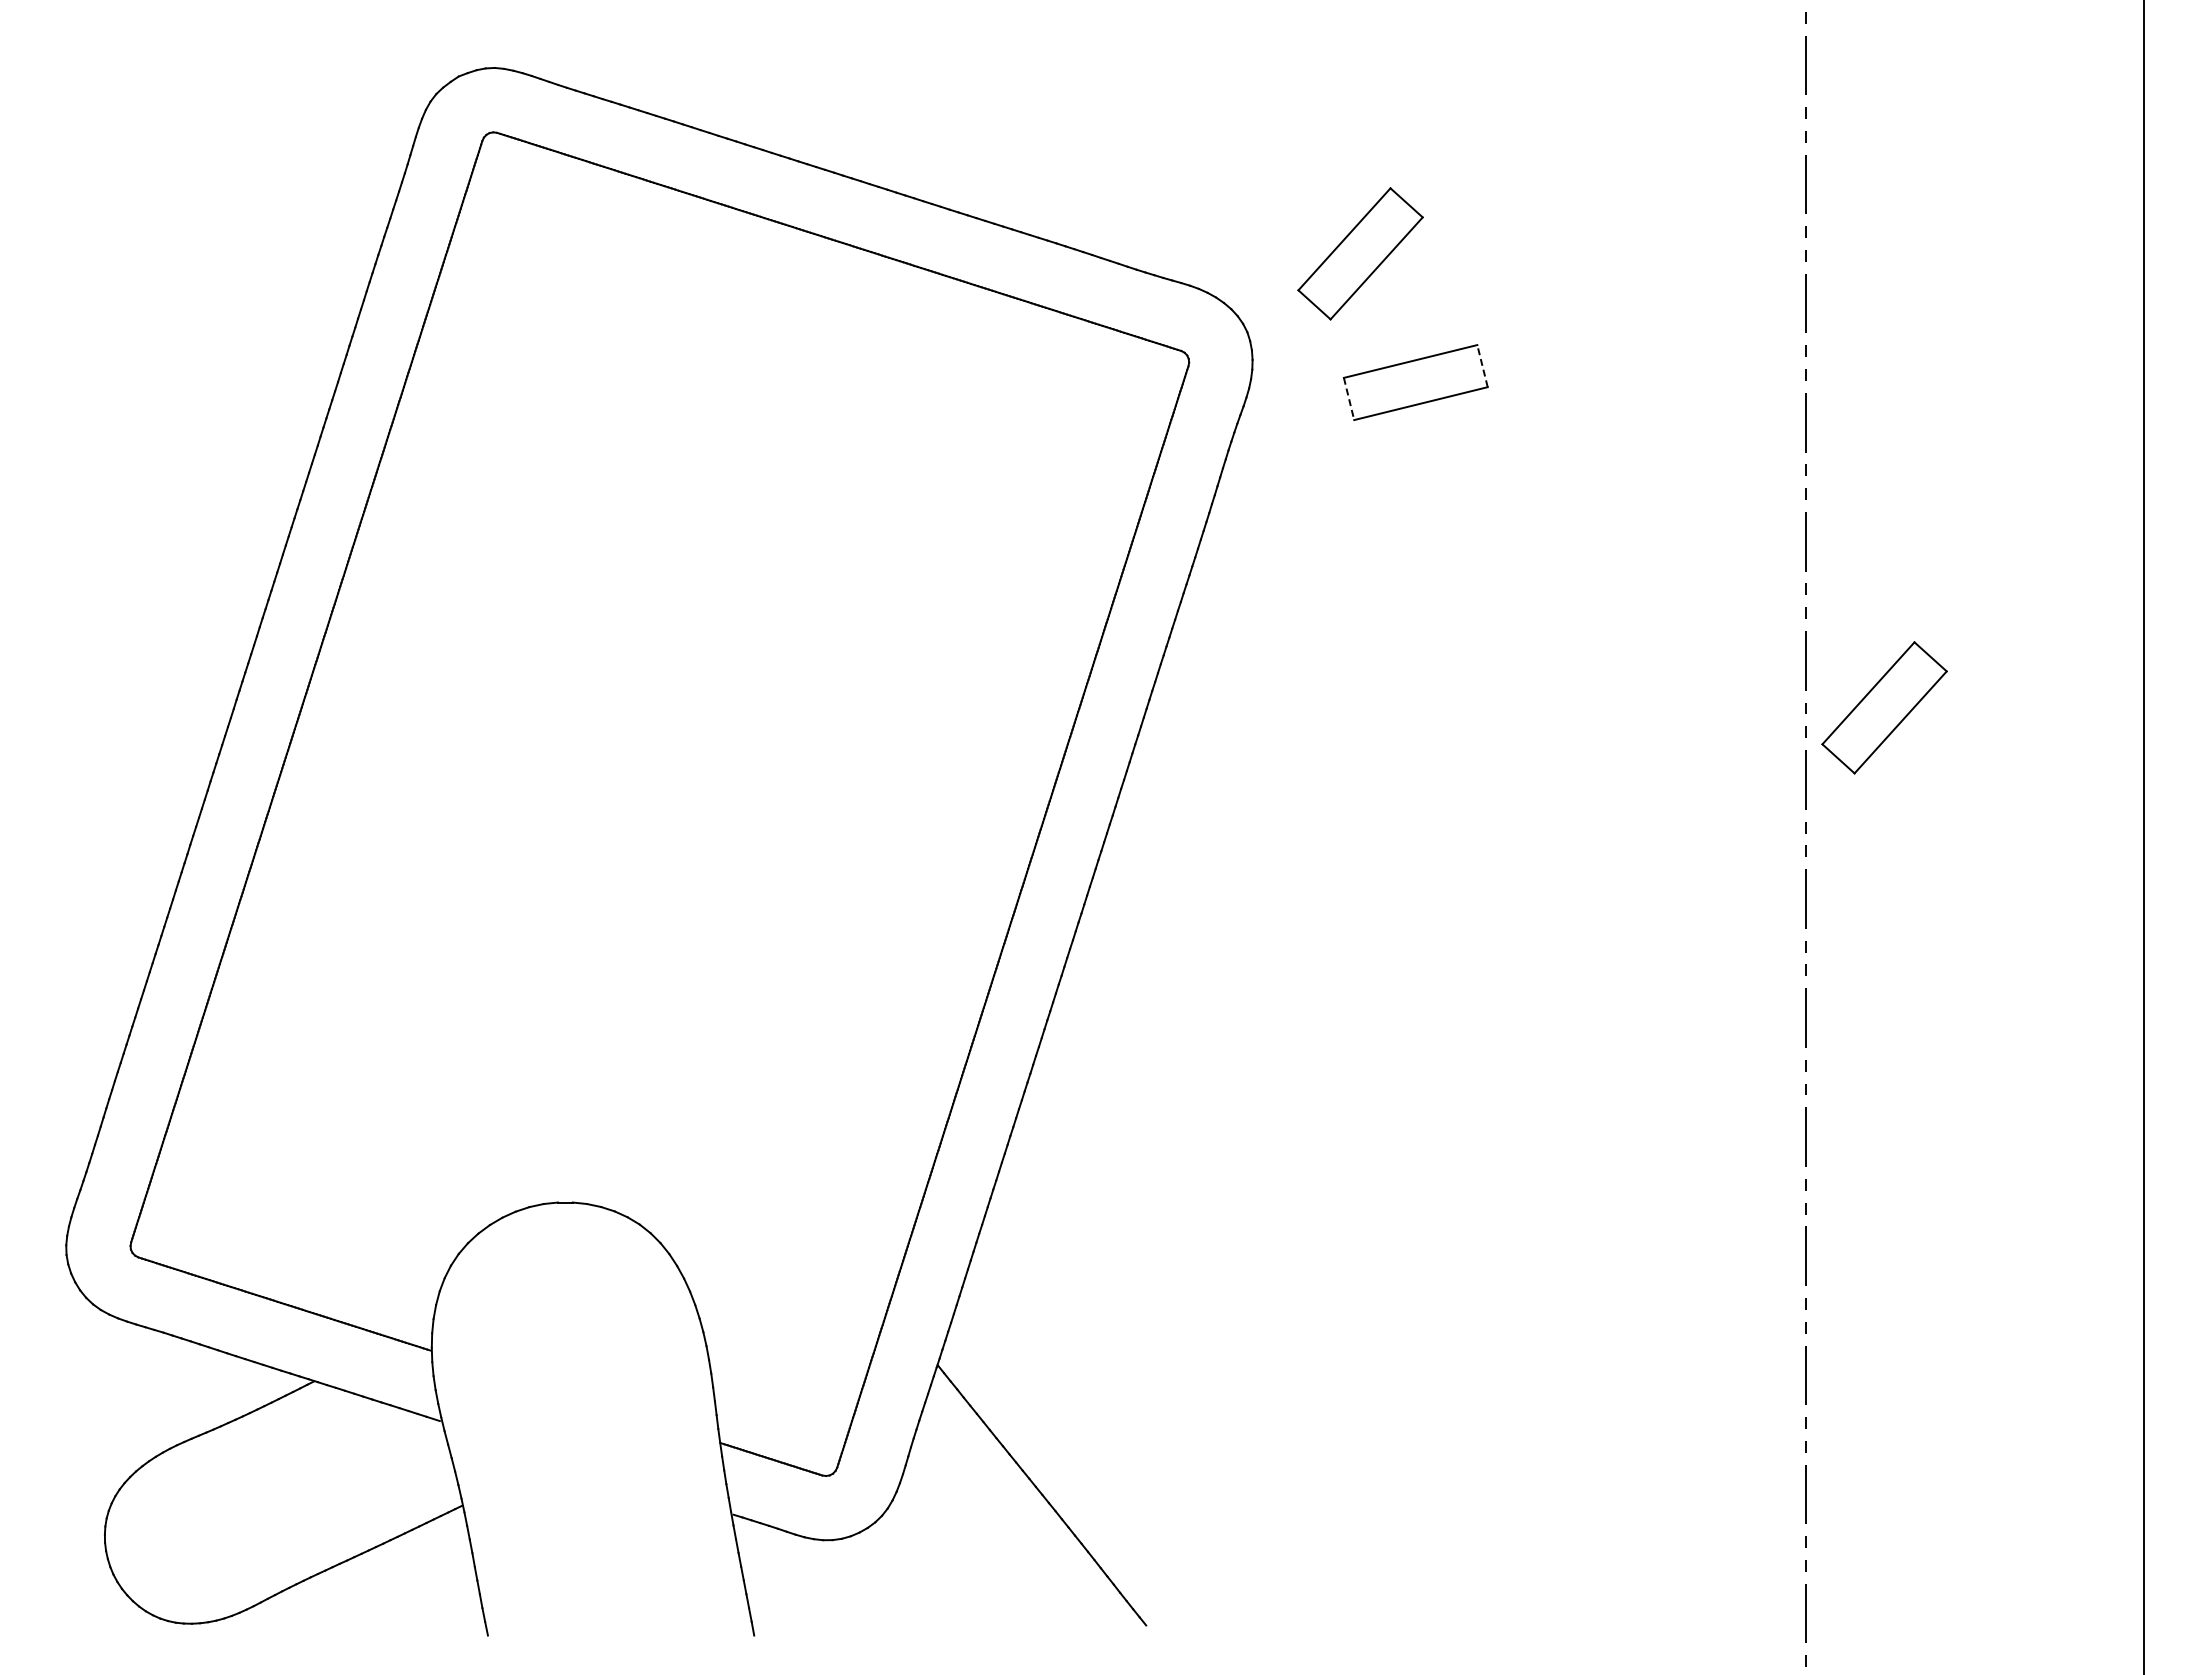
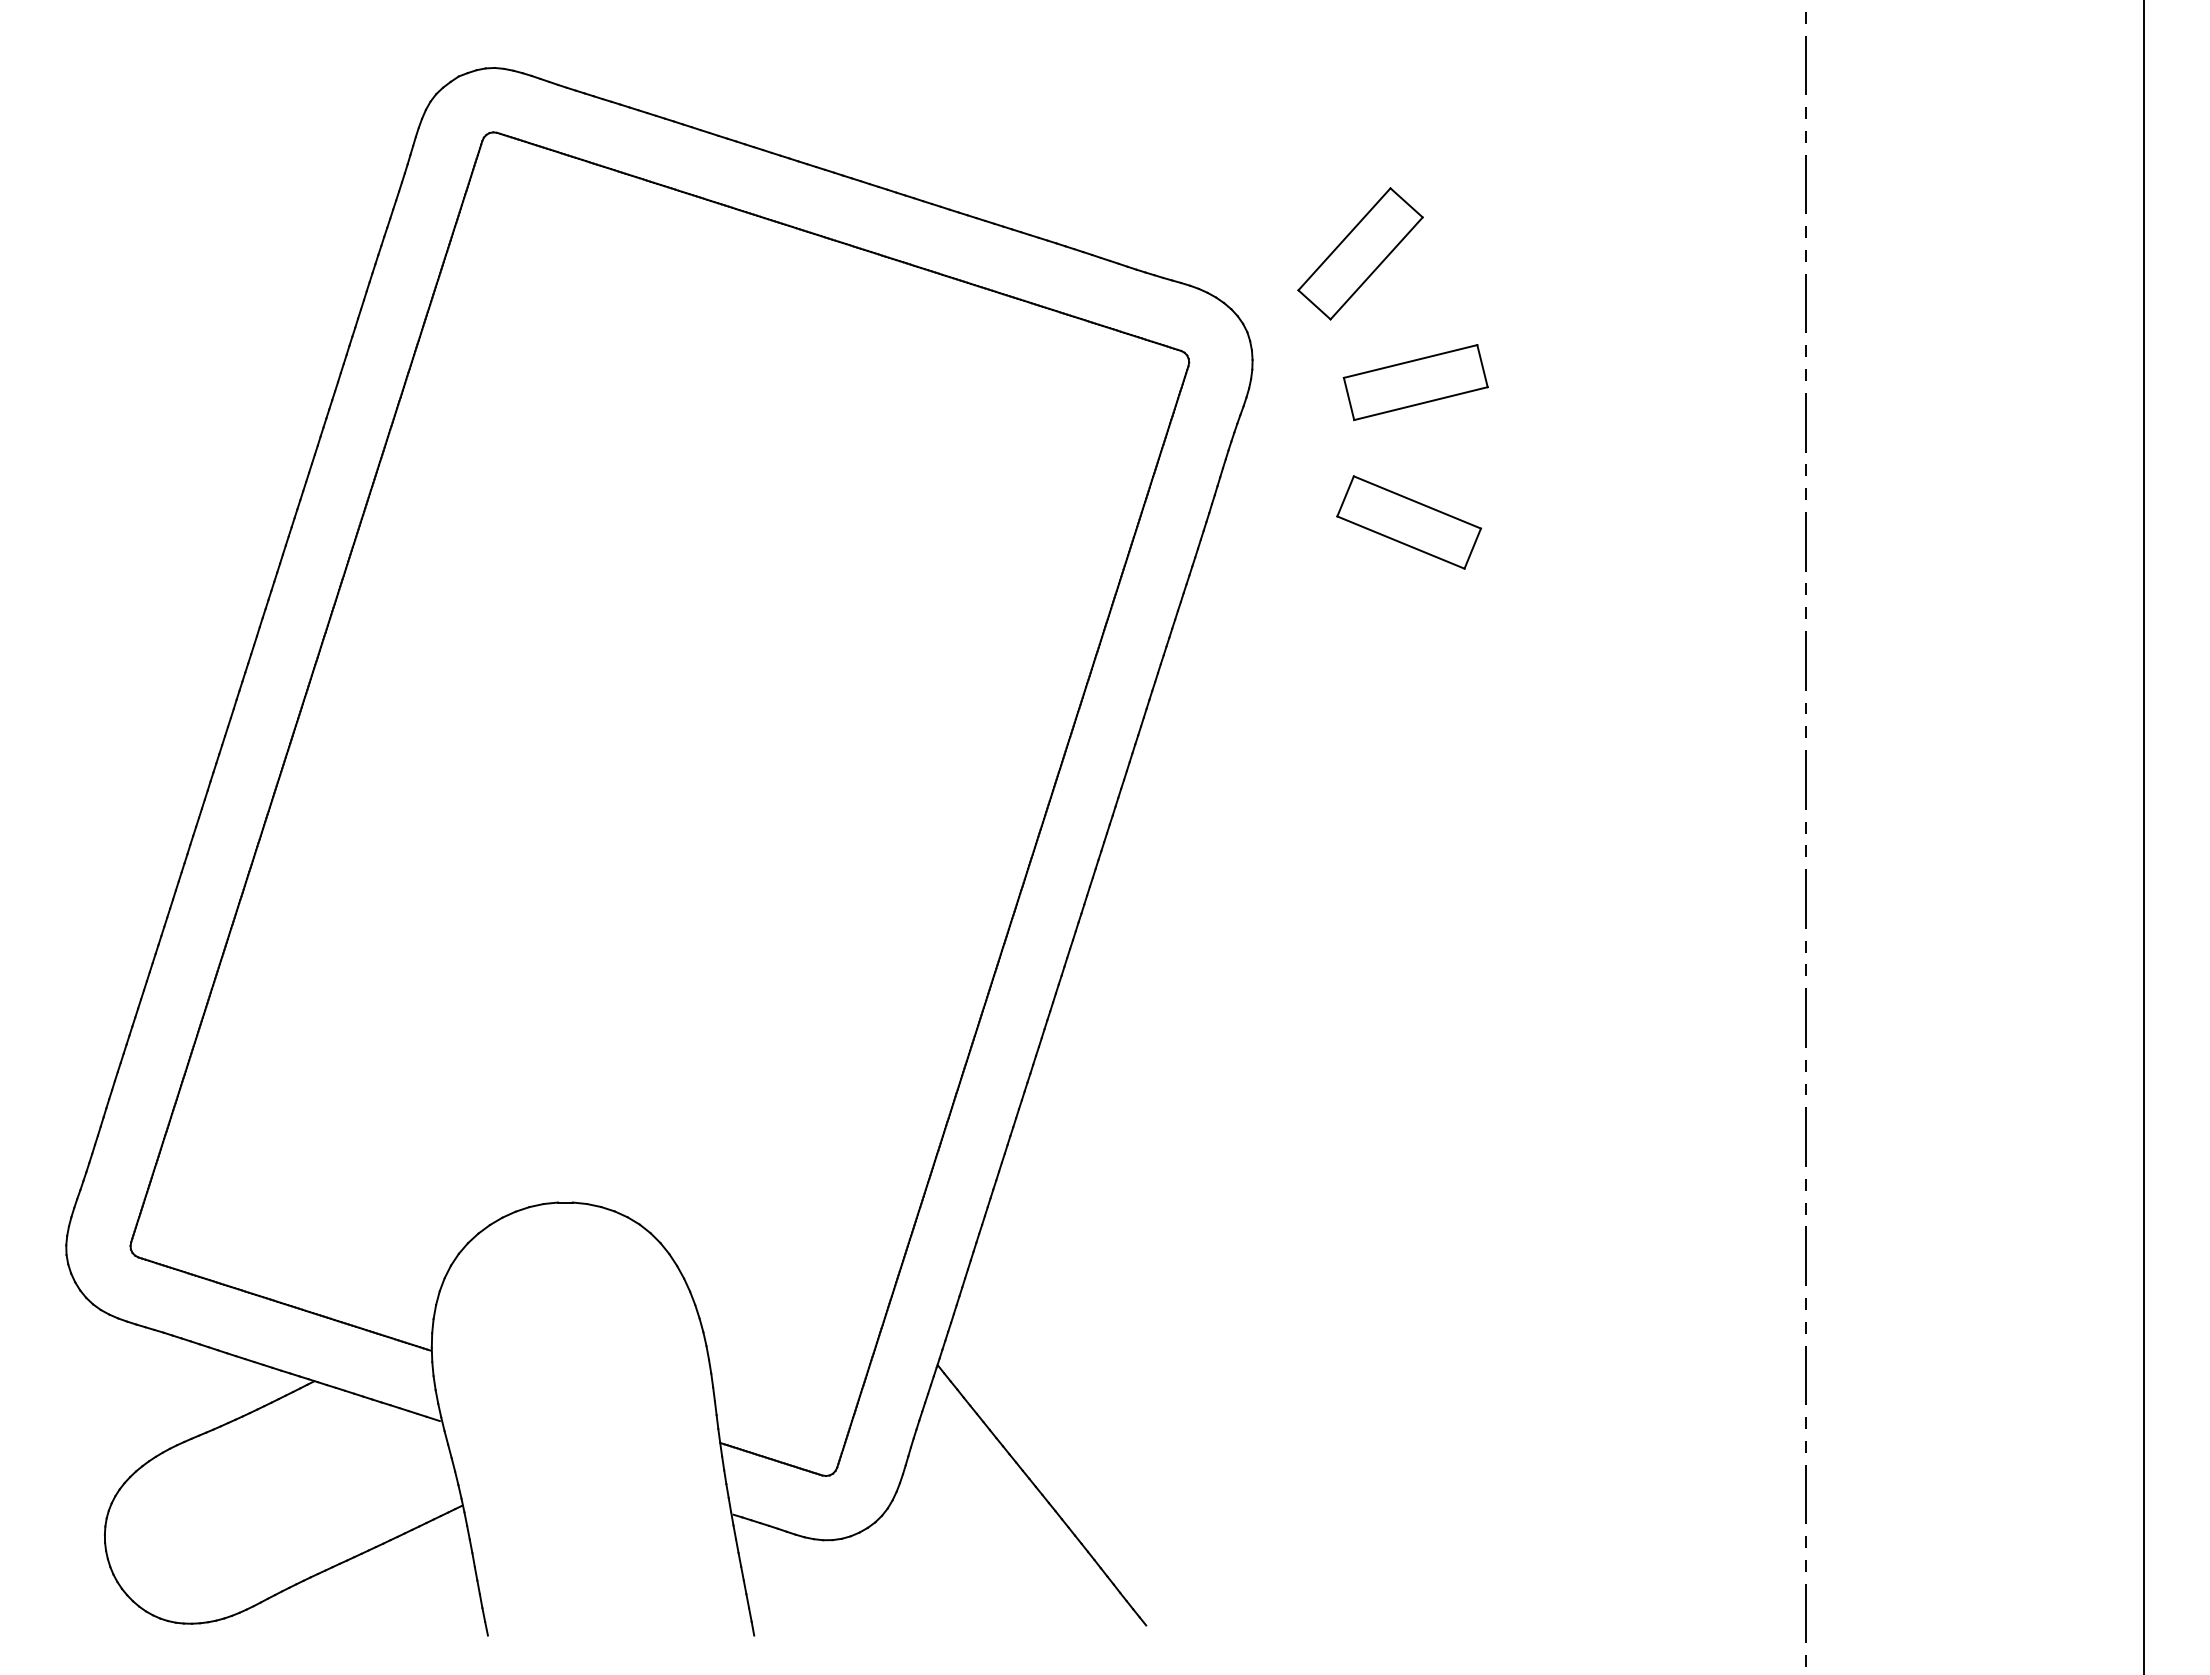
line at (1482, 366): dashed -> solid
line at (1349, 398): dashed -> solid
part at (1409, 522): none -> present
part at (1884, 707): present -> none
